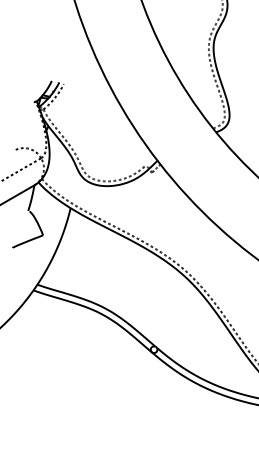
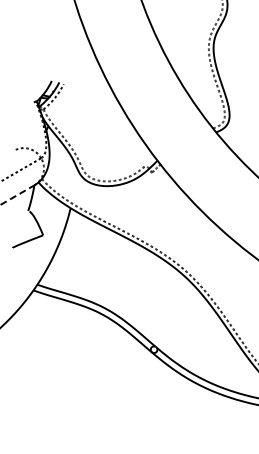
line at (17, 195): solid -> dashed
